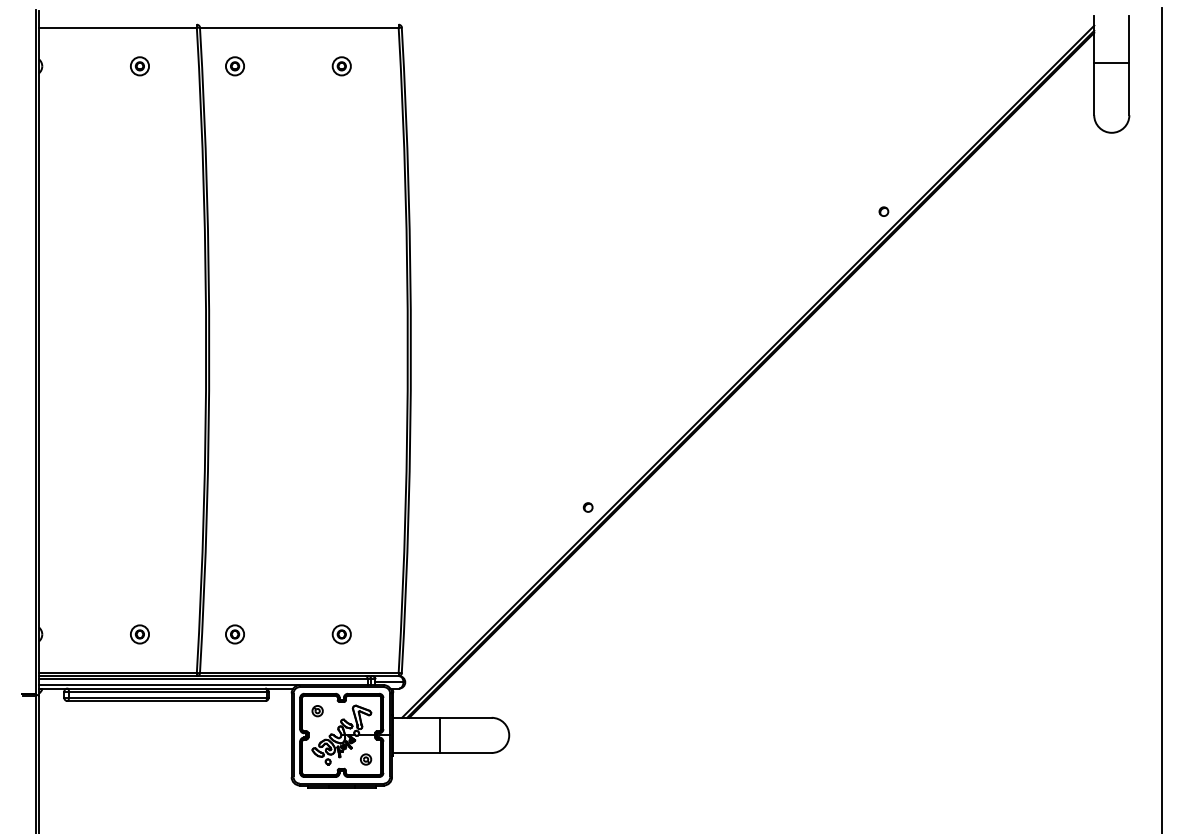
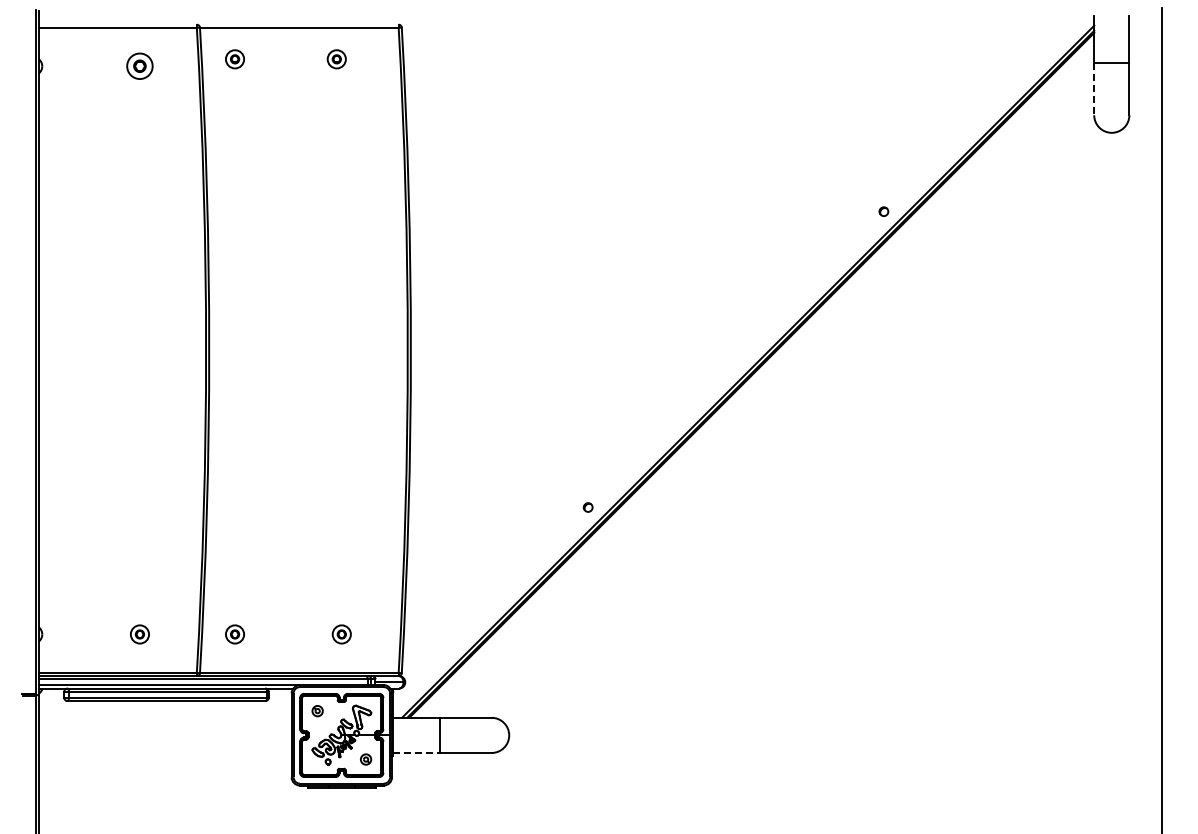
part at (139, 66) size: 20x21 px -> 28x28 px
part at (234, 66) position: (234, 66) -> (234, 59)
part at (341, 66) position: (341, 66) -> (336, 59)
line at (1094, 89): solid -> dashed
line at (416, 752): solid -> dashed
